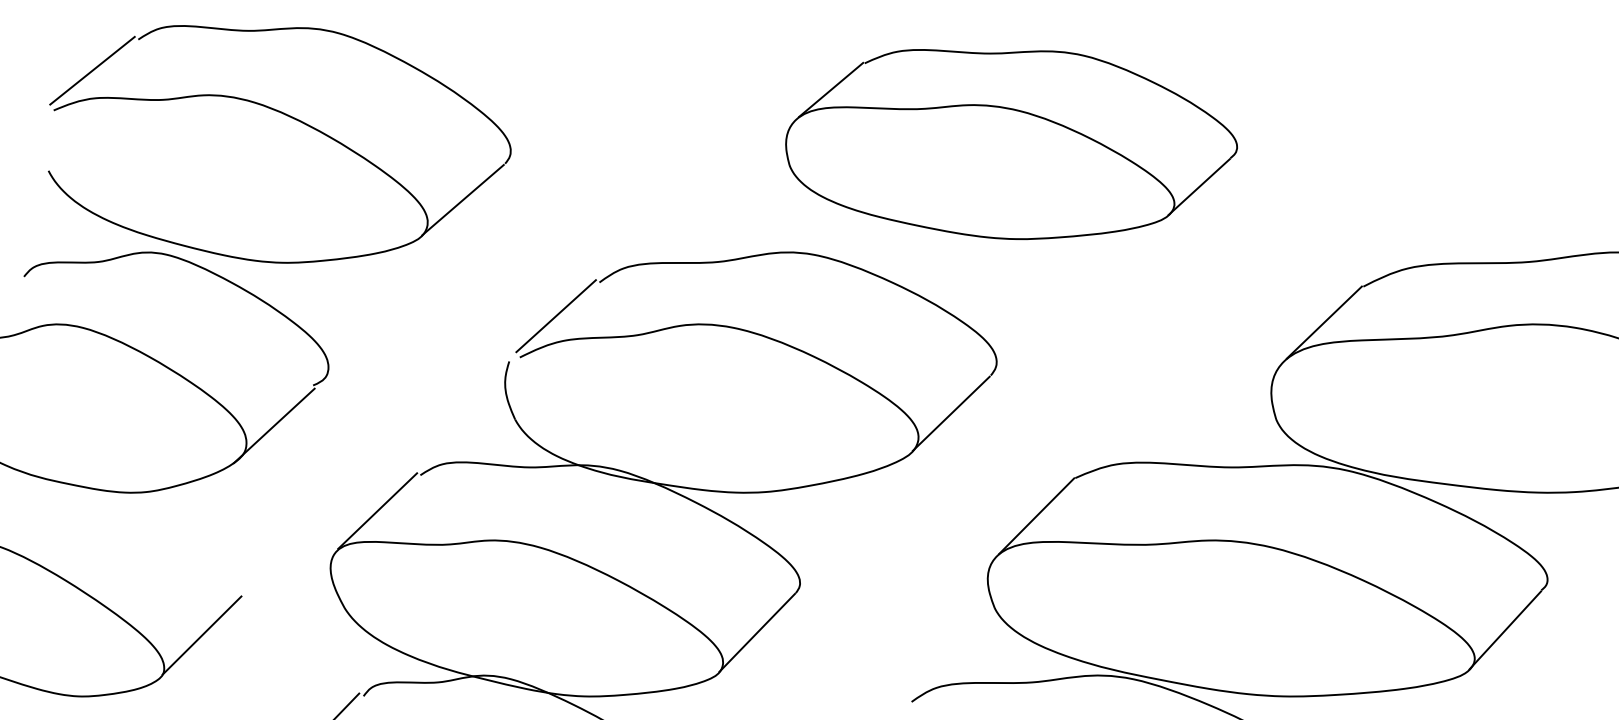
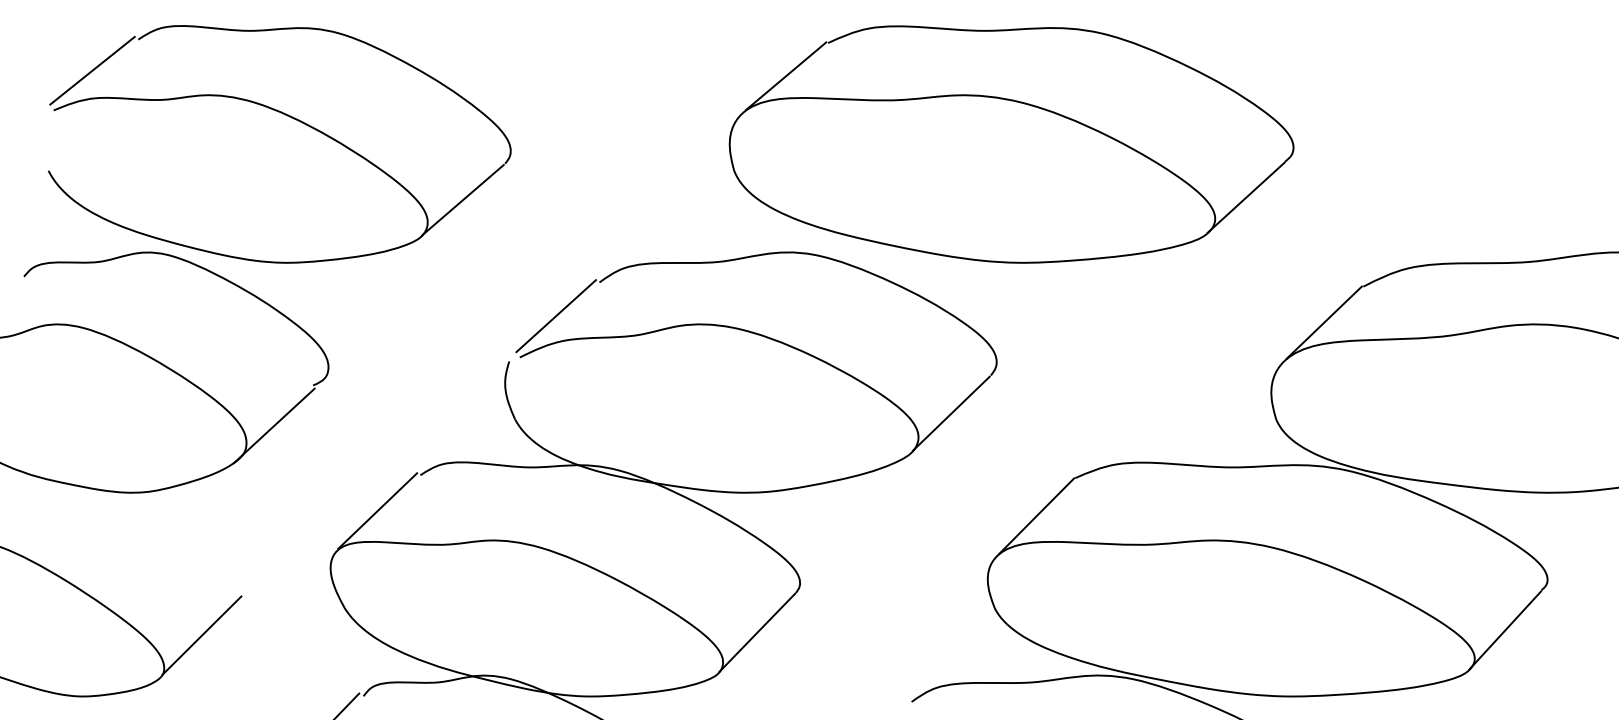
part at (1011, 144) size: 453x191 px -> 567x239 px
